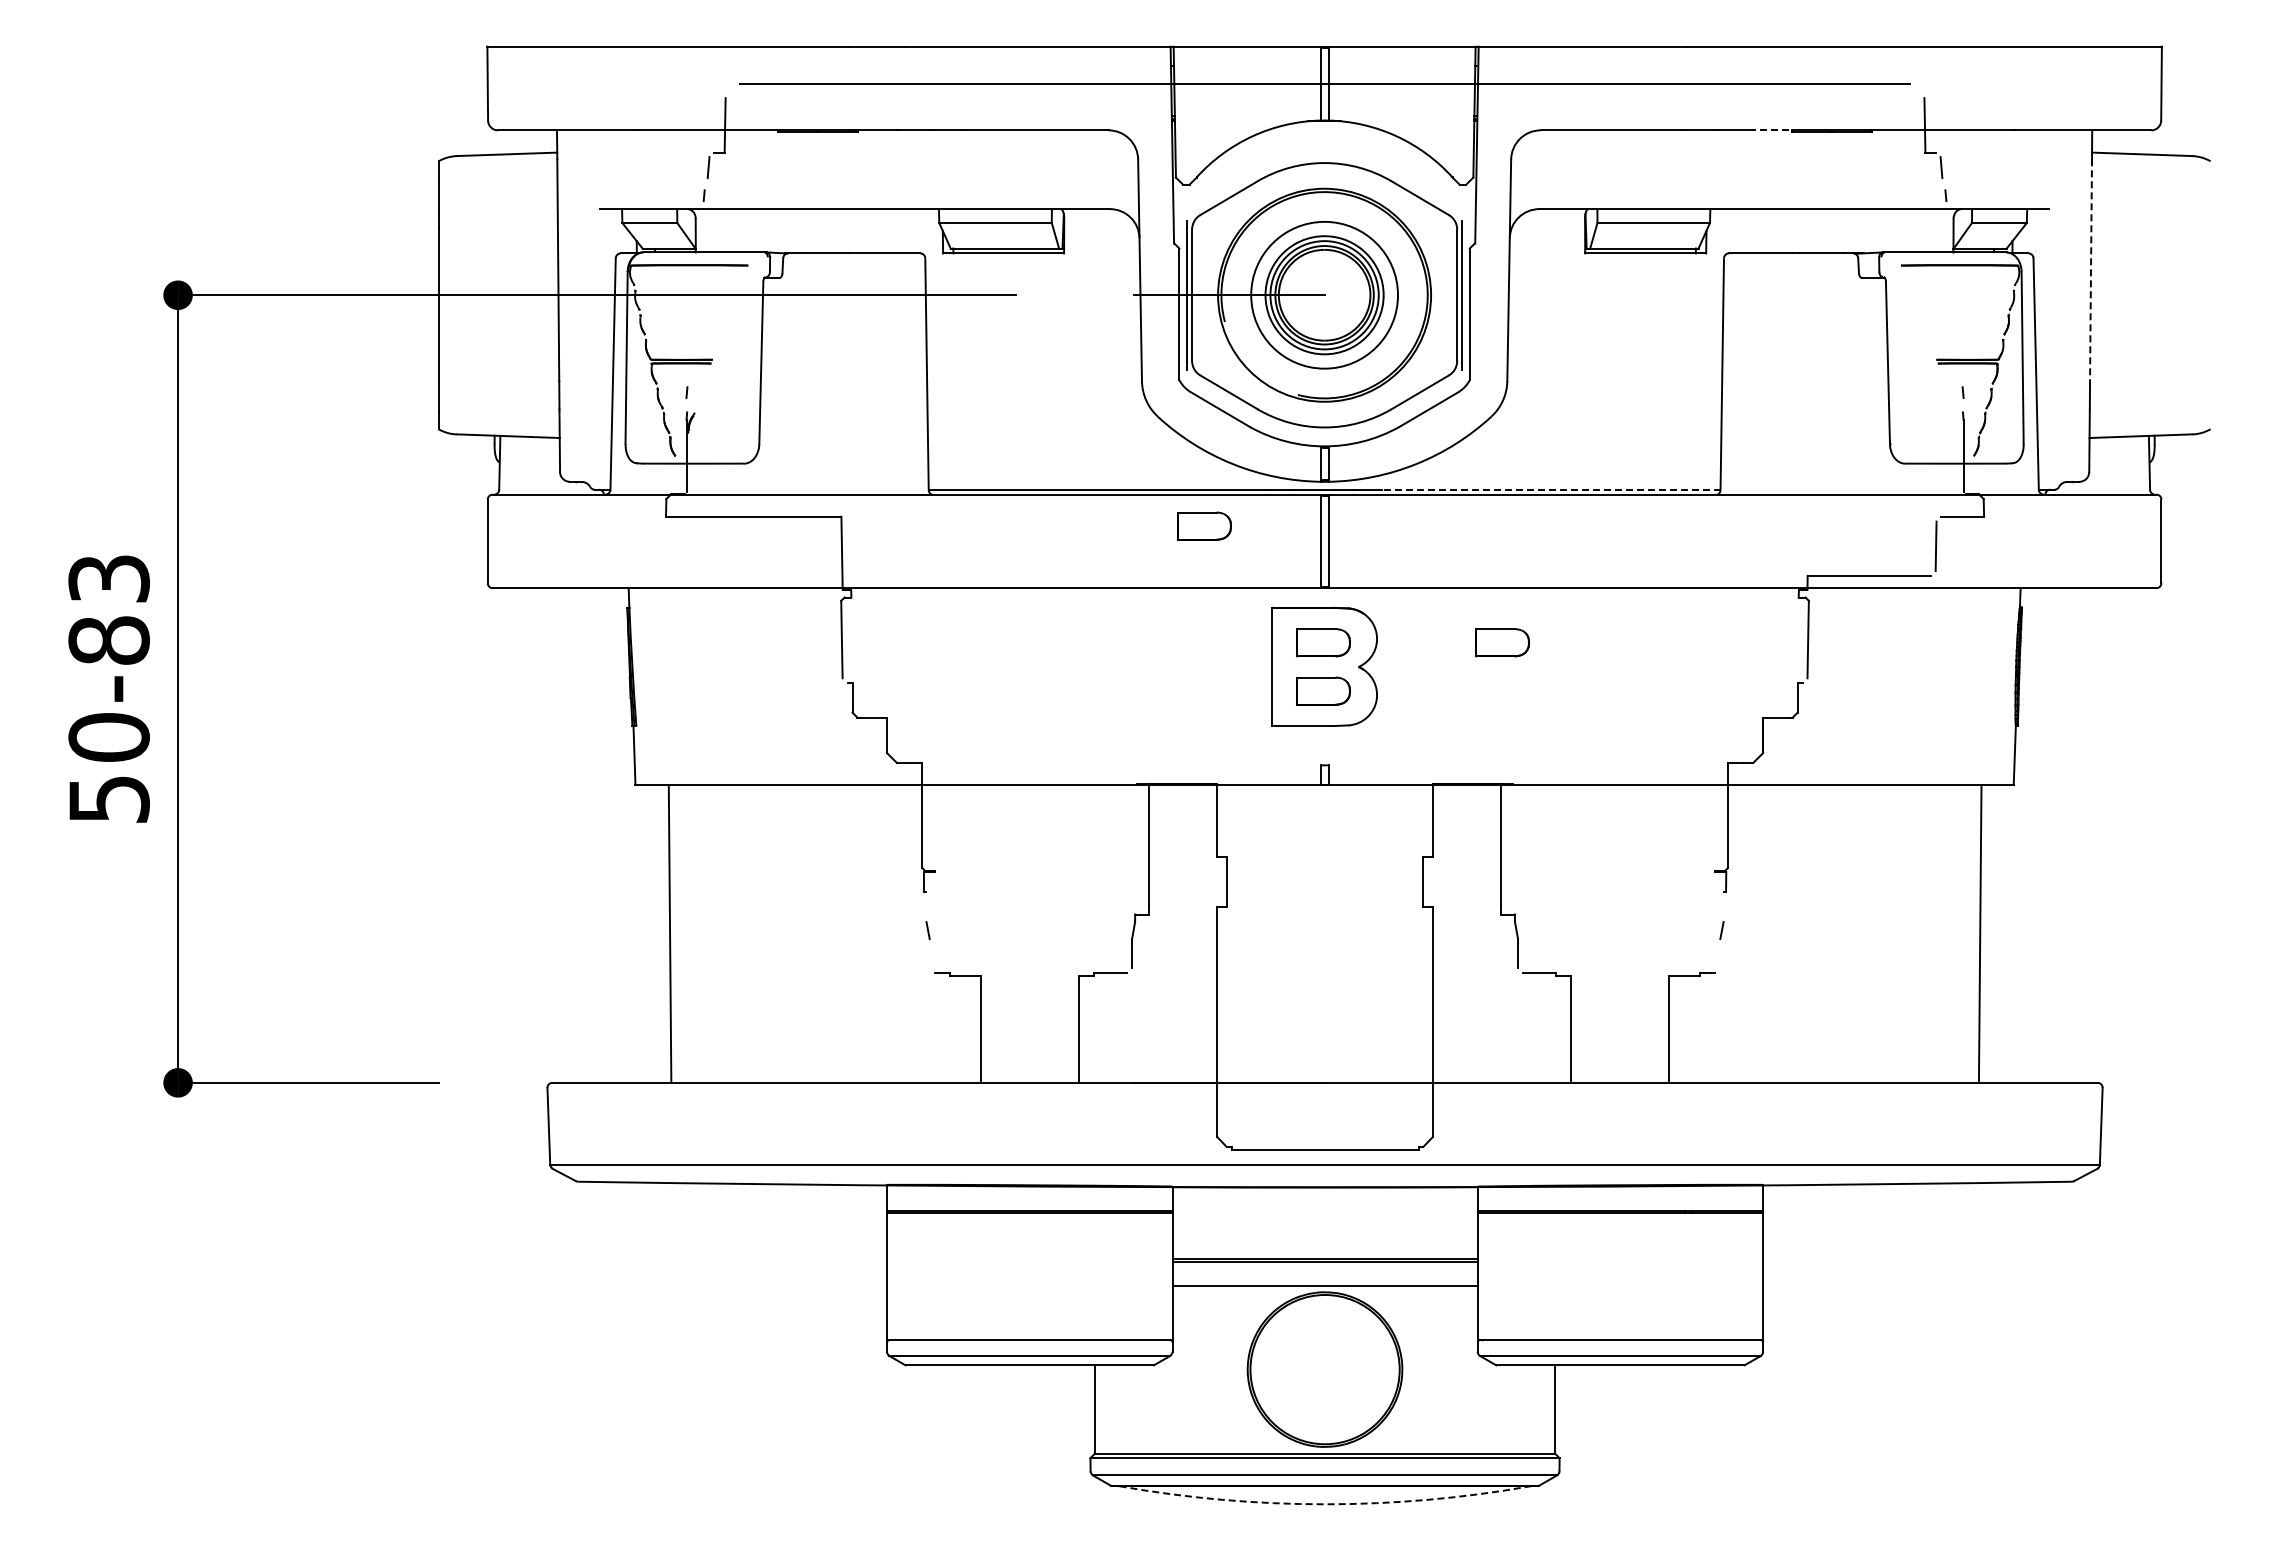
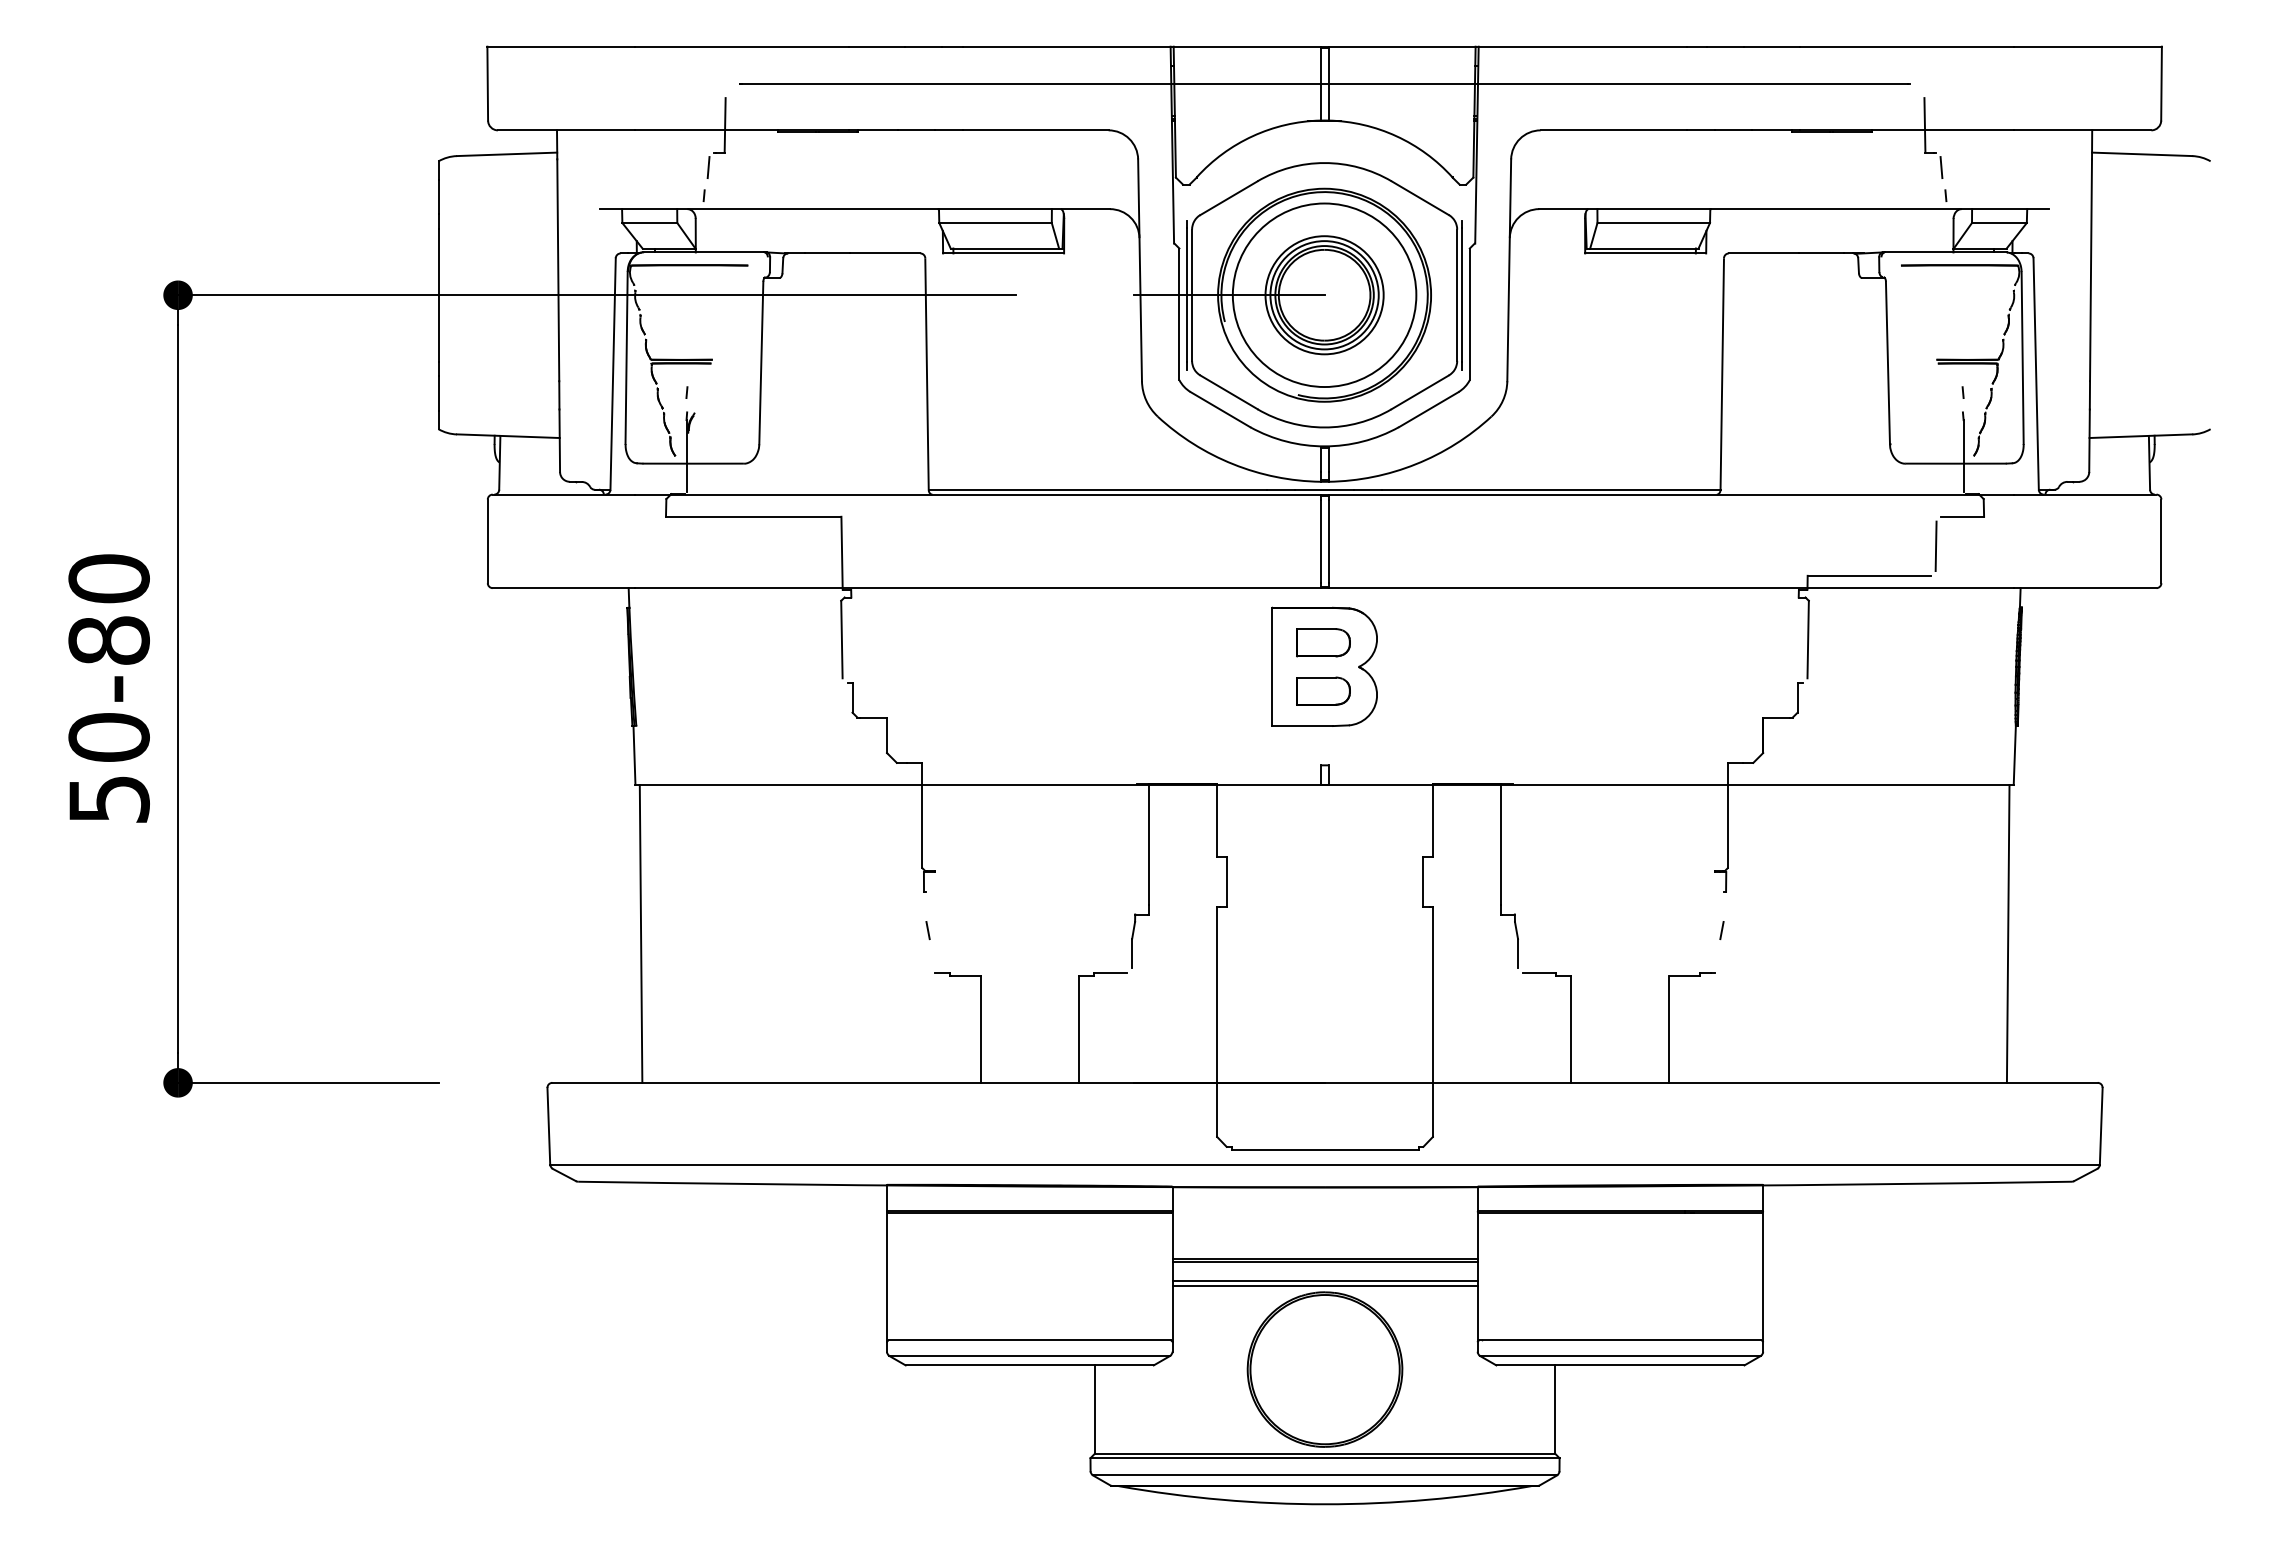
line at (1775, 130): dashed -> solid
line at (2091, 270): dashed -> solid
circle at (1324, 294) diameter: 147 px -> 184 px
line at (1550, 489): dashed -> solid
part at (1204, 525): present -> none
text at (108, 578): 50-83 -> 50-80
part at (1502, 642): present -> none
line at (669, 933) position: (669, 933) -> (640, 933)
line at (1979, 933) position: (1979, 933) -> (2007, 933)
line at (1324, 1281): none -> present
arc at (1325, 1504): dashed -> solid
